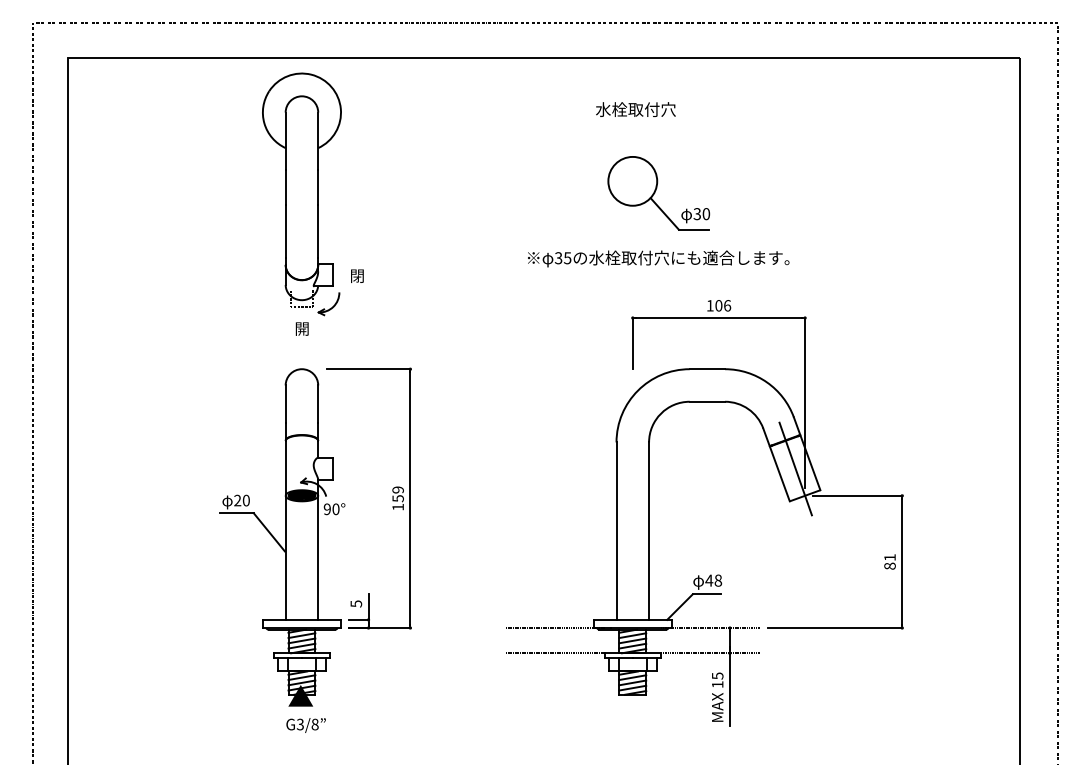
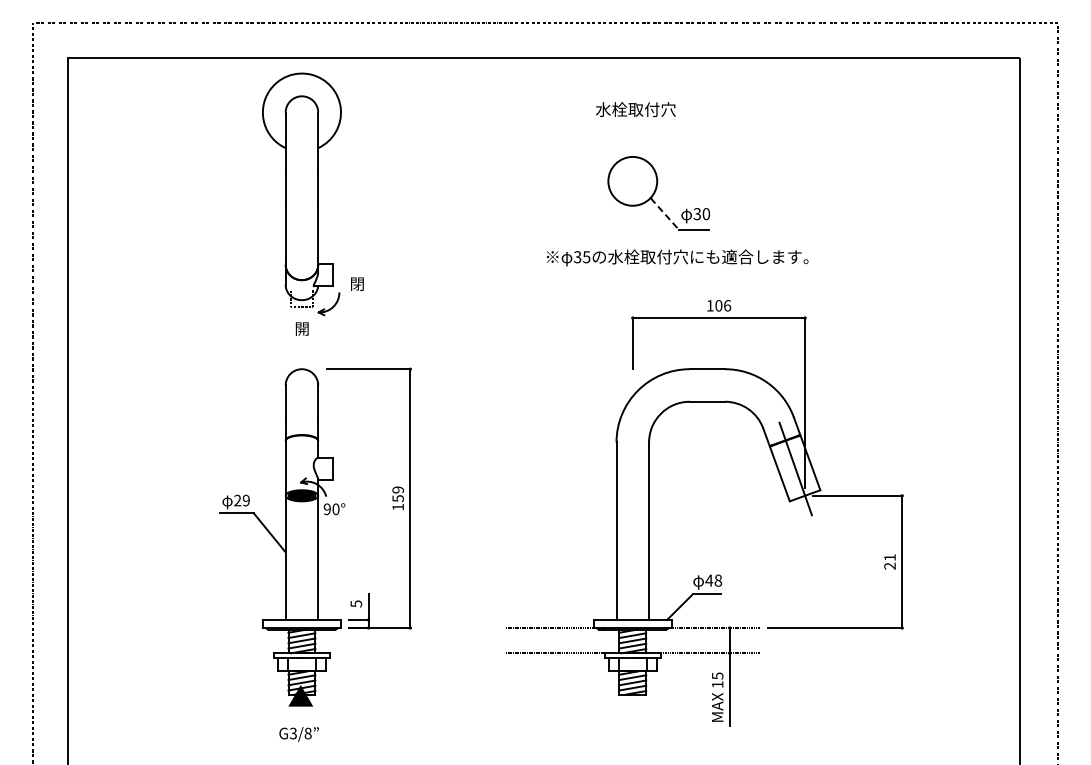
line at (665, 214): solid -> dashed
text at (658, 258) position: (658, 258) -> (677, 257)
text at (357, 275) position: (357, 275) -> (357, 283)
text at (245, 500): 20 -> 29
text at (889, 565): 81 -> 21
text at (305, 725) position: (305, 725) -> (298, 734)
